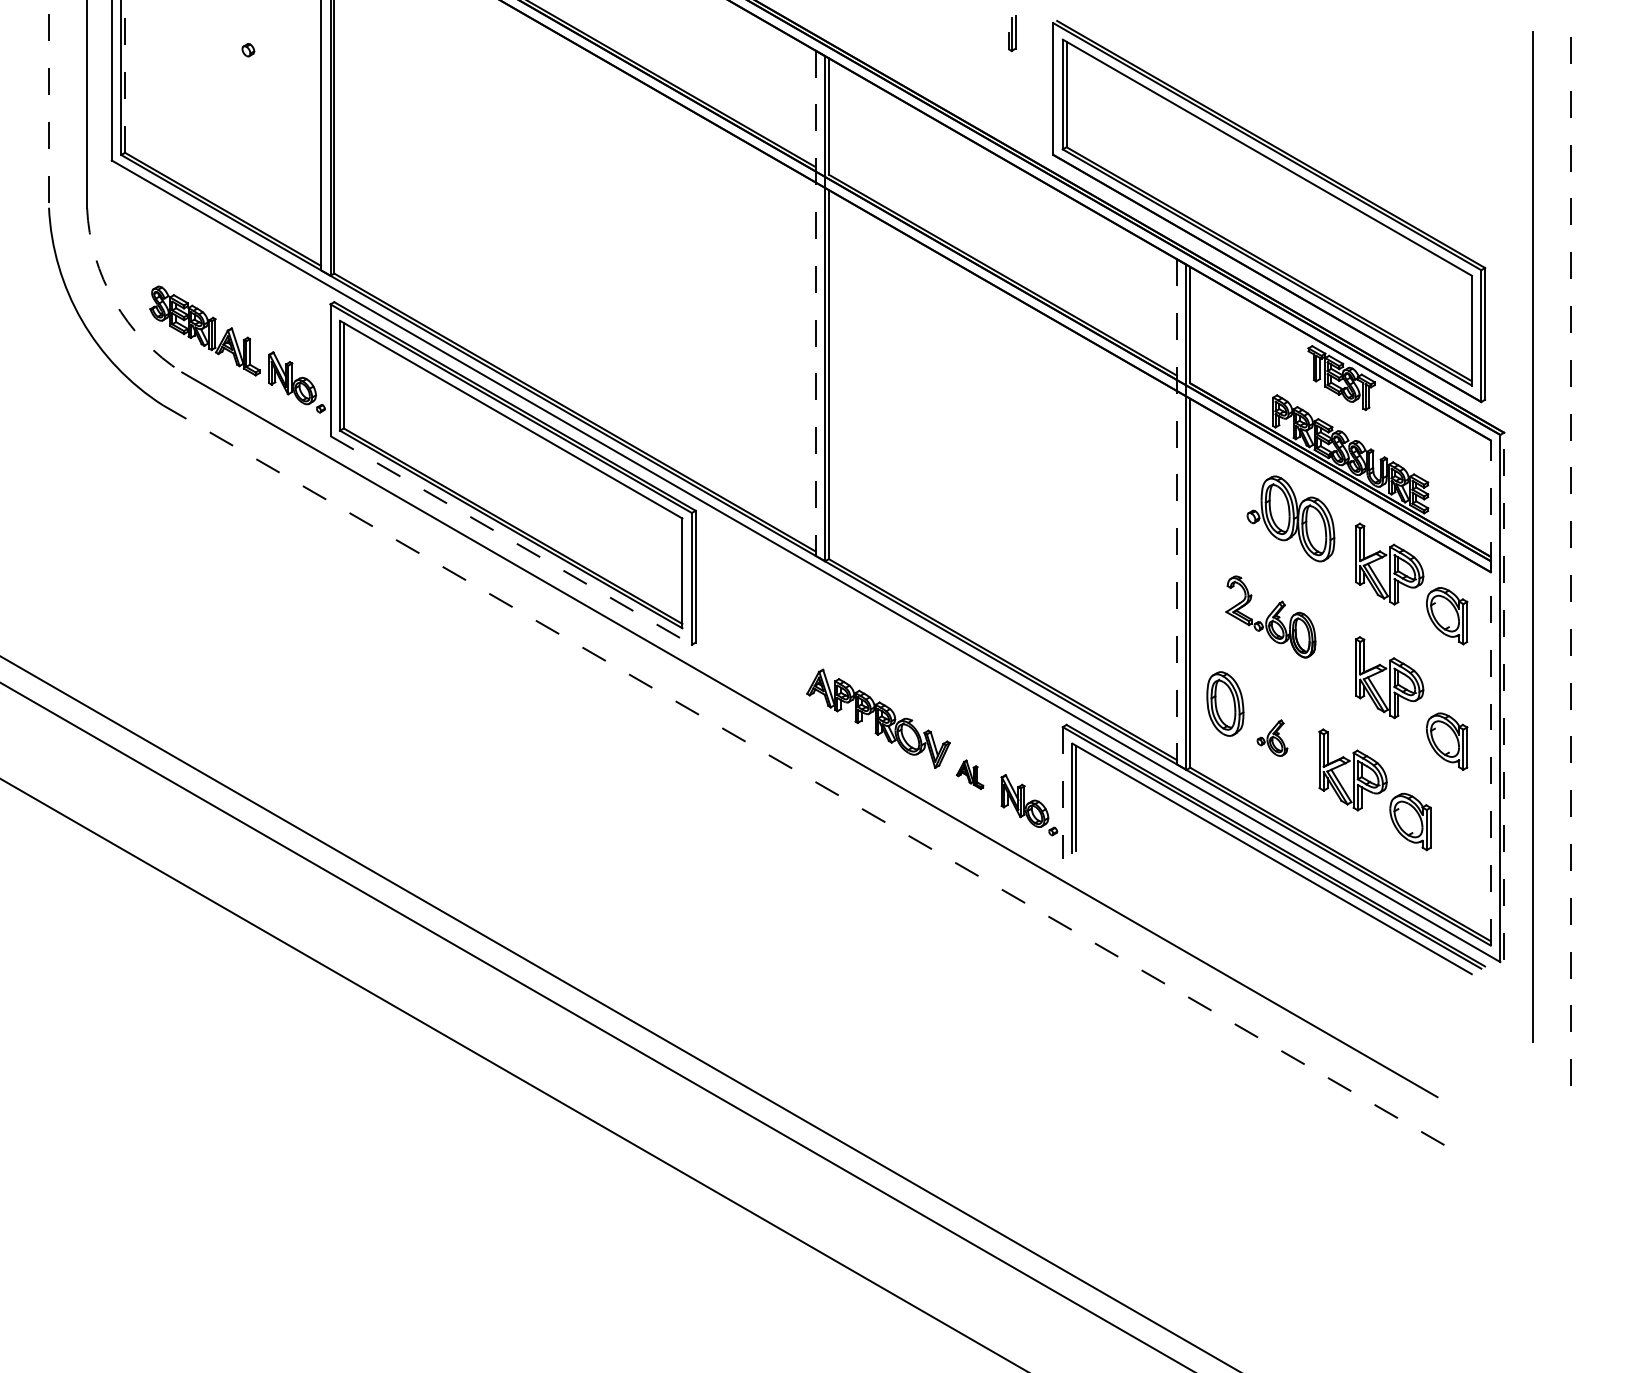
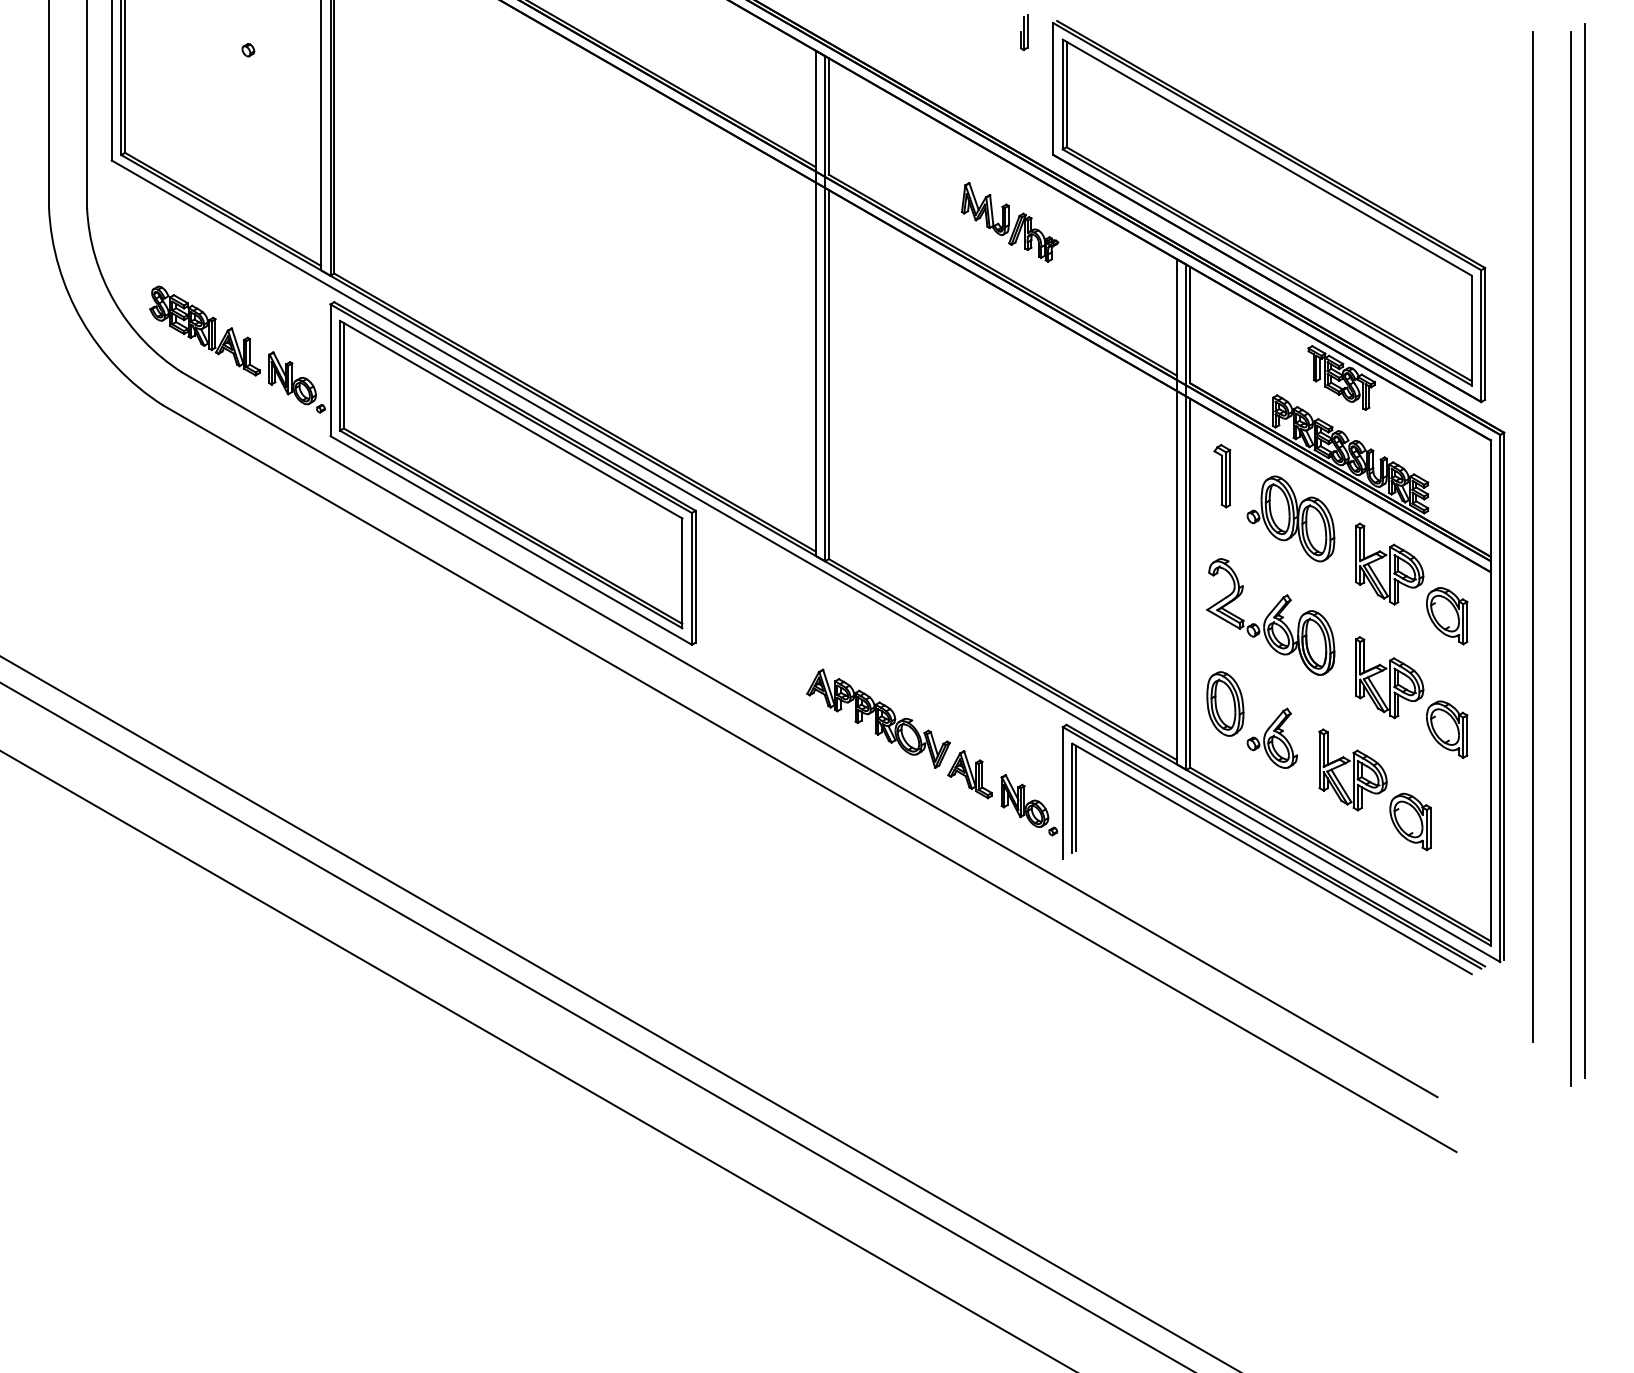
part at (1012, 33) position: (1012, 33) -> (1024, 32)
line at (125, 76): dashed -> solid
line at (49, 104): dashed -> solid
part at (1010, 222): none -> present
arc at (114, 301): dashed -> solid
line at (815, 303): dashed -> solid
part at (1222, 476): none -> present
line at (1176, 511): dashed -> solid
line at (511, 540): dashed -> solid
line at (1584, 550): none -> present
line at (1570, 558): dashed -> solid
part at (1270, 616) size: 92x84 px -> 130x118 px
line at (1490, 693): dashed -> solid
line at (1504, 696): dashed -> solid
part at (1272, 737) size: 33x38 px -> 53x62 px
part at (1447, 741) position: (1447, 741) -> (1447, 729)
part at (969, 774) size: 30x31 px -> 46x50 px
line at (809, 778): dashed -> solid
line at (1062, 793): dashed -> solid
line at (513, 1074) position: (513, 1074) -> (537, 1060)
